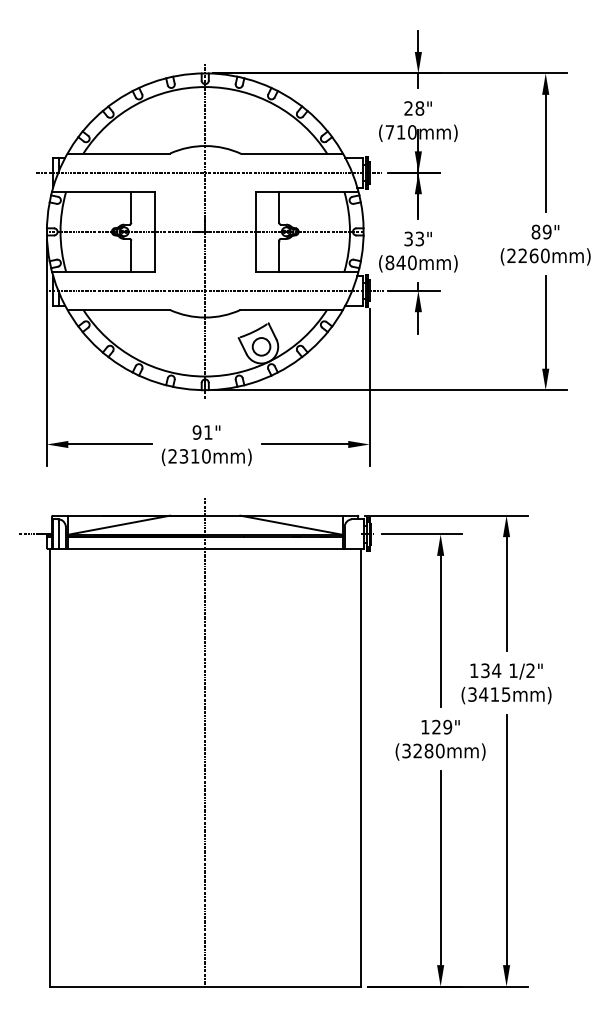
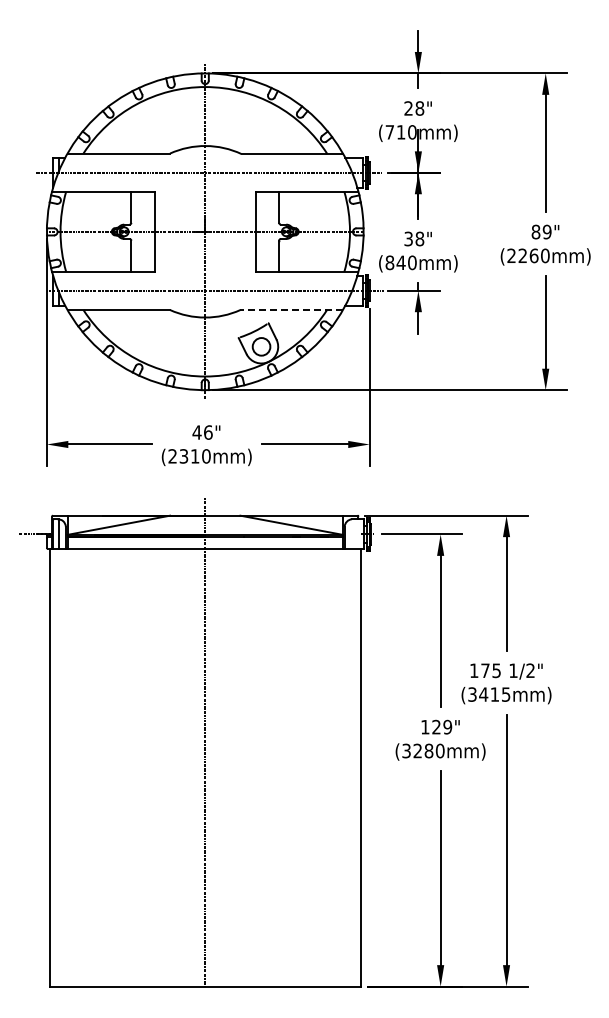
text at (419, 238): 33" -> 38"
line at (291, 310): solid -> dashed
text at (202, 432): 91" -> 46"
text at (491, 670): 134 -> 175
